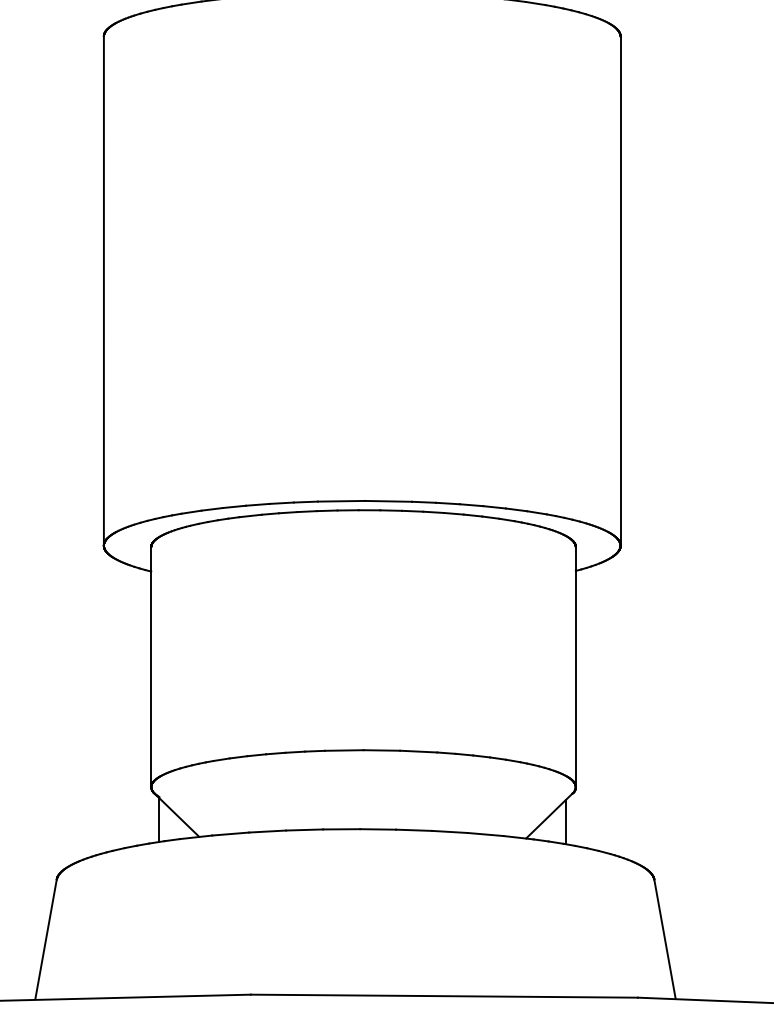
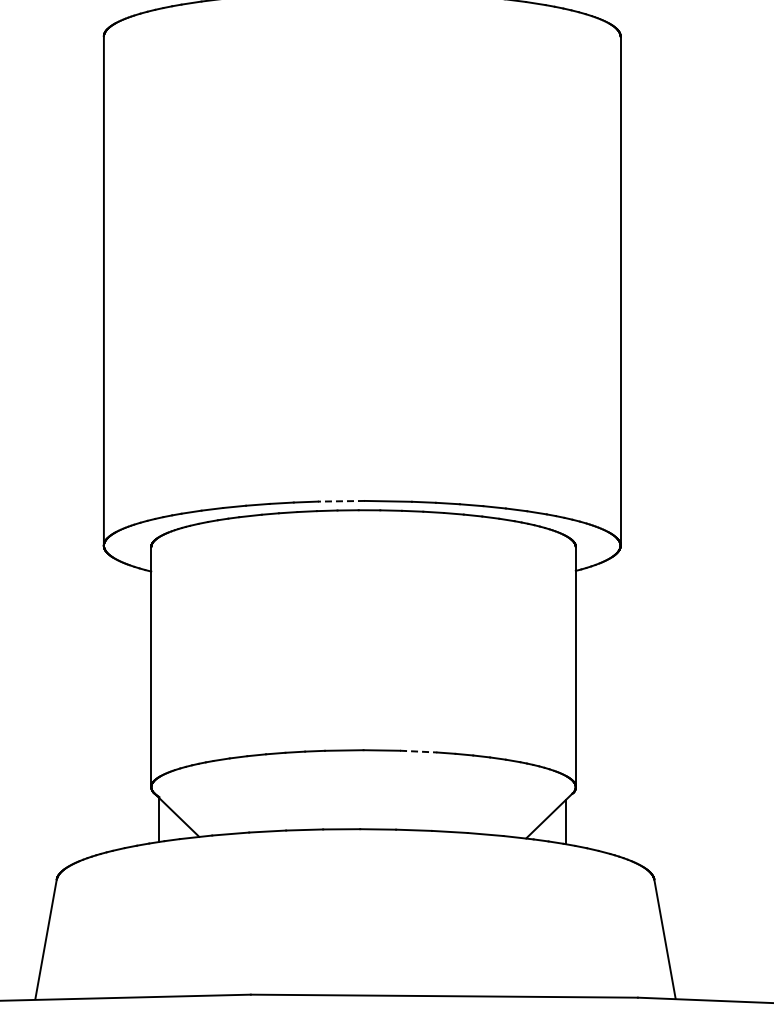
line at (341, 501): solid -> dashed
line at (418, 751): solid -> dashed
